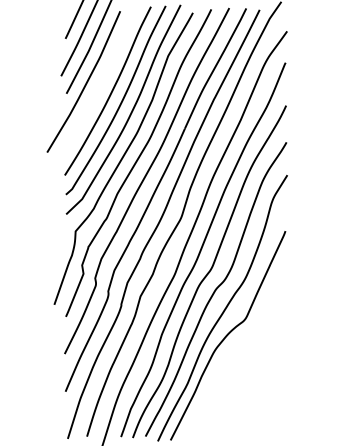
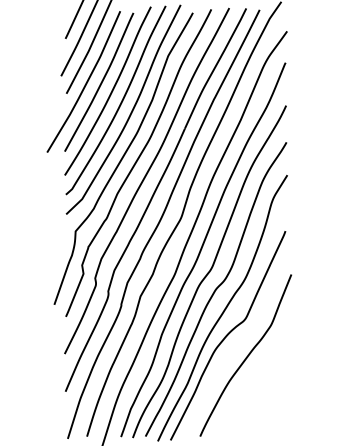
curve at (100, 82): none -> present
curve at (246, 356): none -> present
